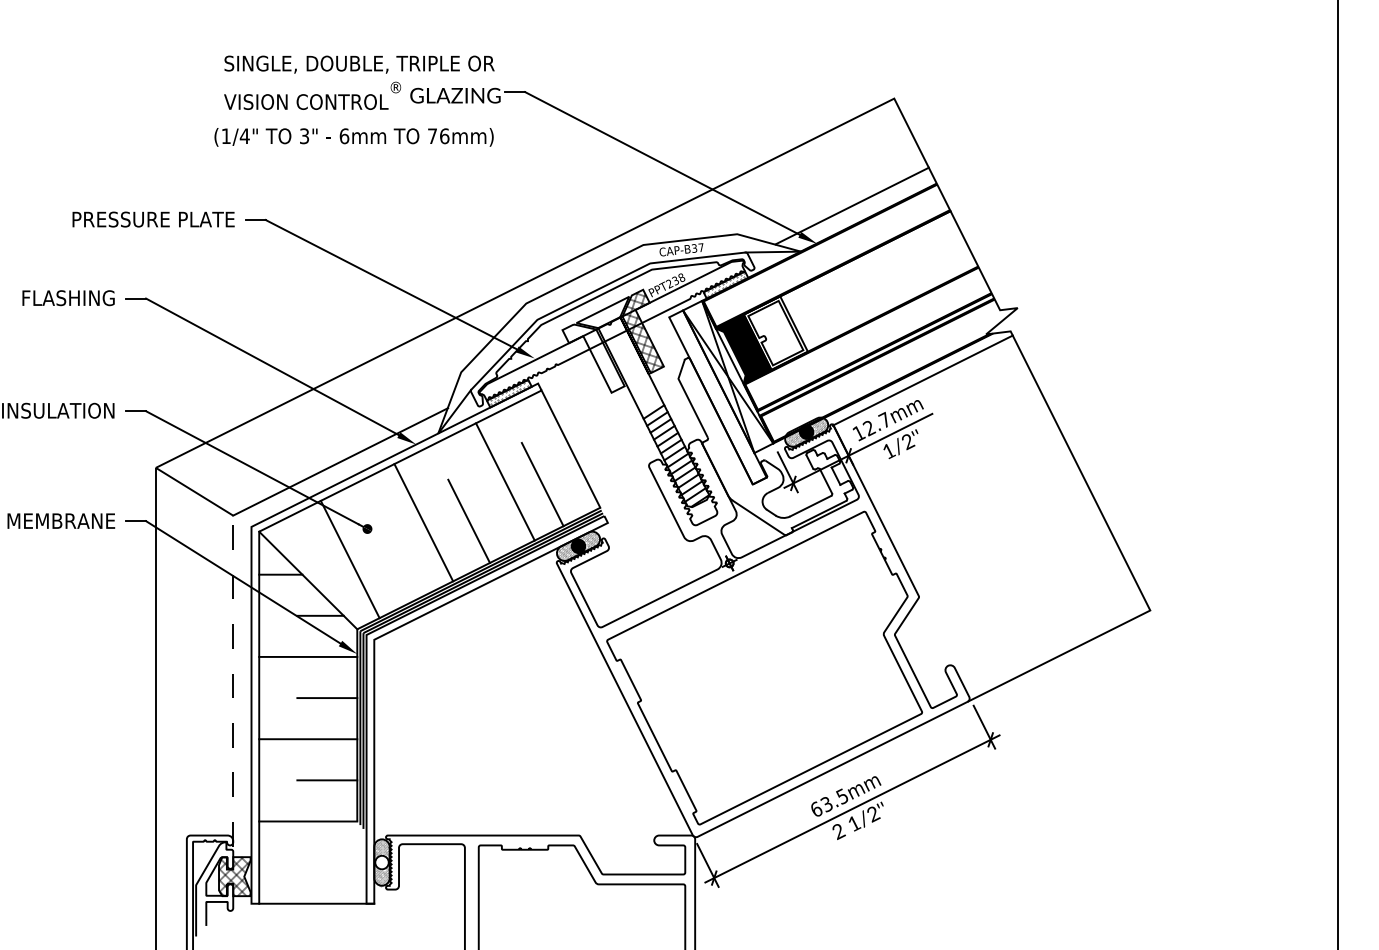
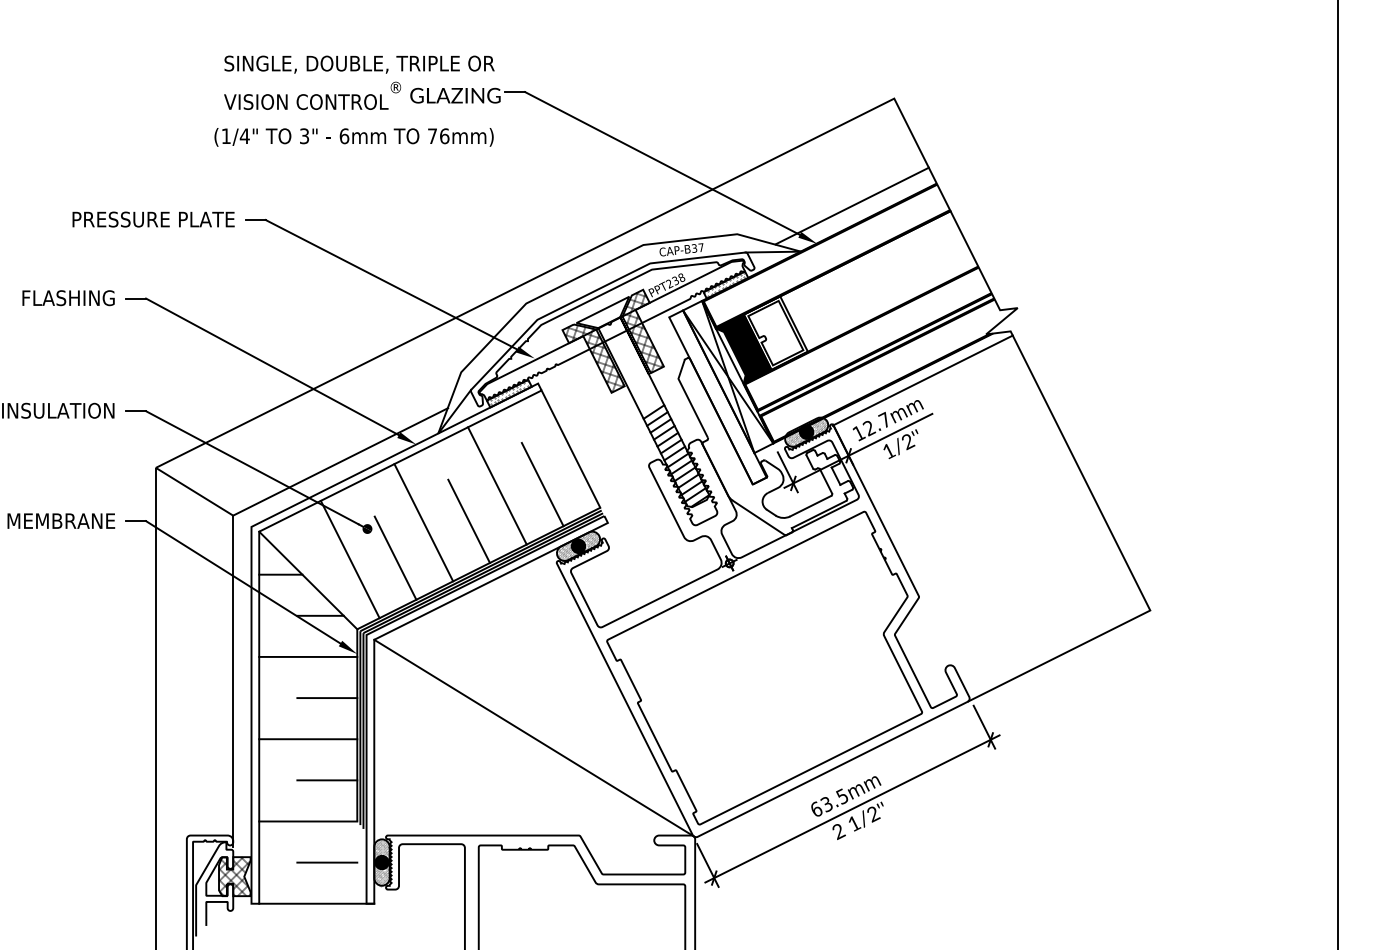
hatch at (593, 358): none -> present
line at (505, 481) position: (505, 481) -> (497, 485)
line at (395, 557): none -> present
line at (233, 681): dashed -> solid
line at (534, 738): none -> present
line at (327, 862): none -> present
fill at (381, 862): none -> present
